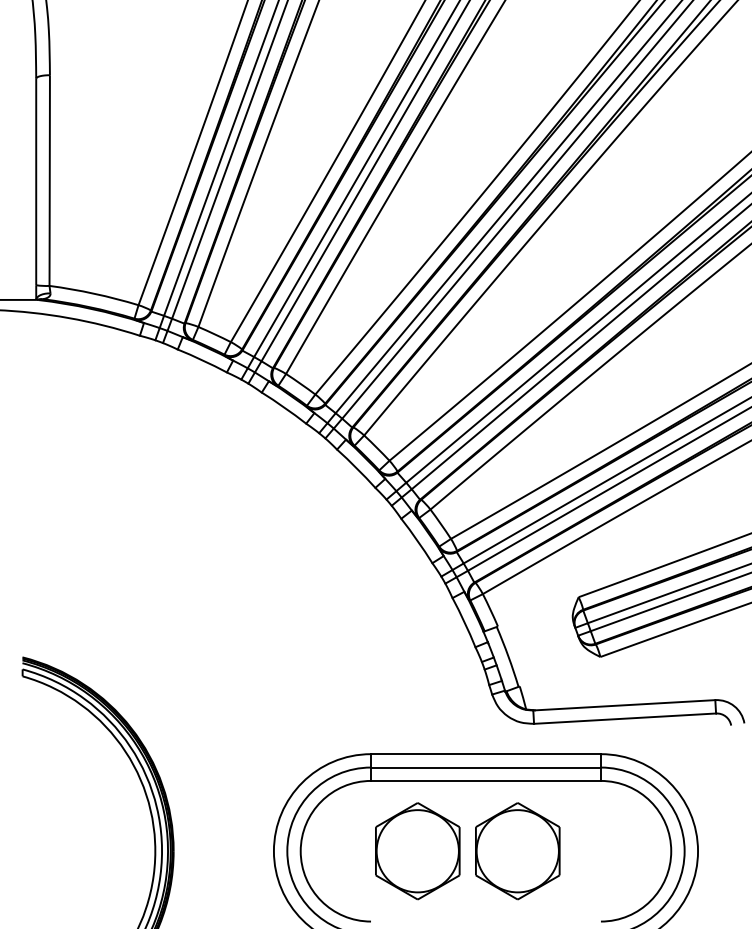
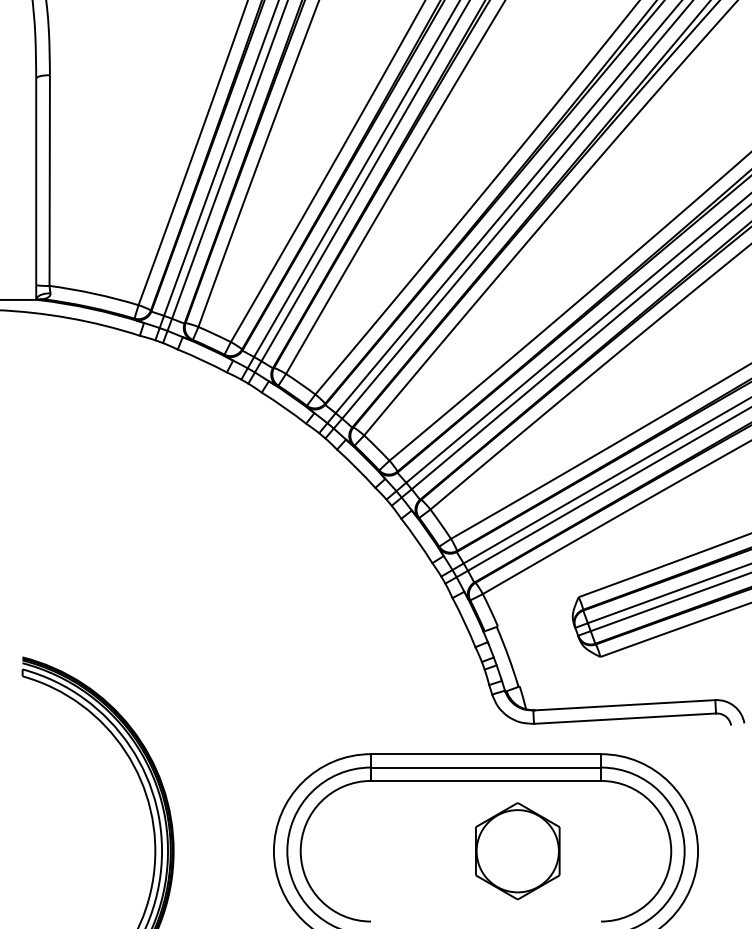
part at (417, 851): present -> none
